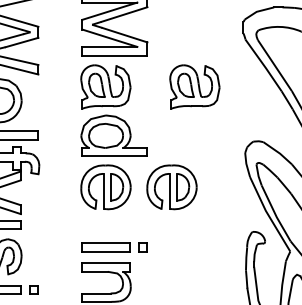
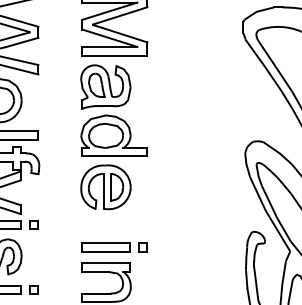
part at (194, 86): present -> none
part at (171, 187): present -> none
part at (33, 224): none -> present
